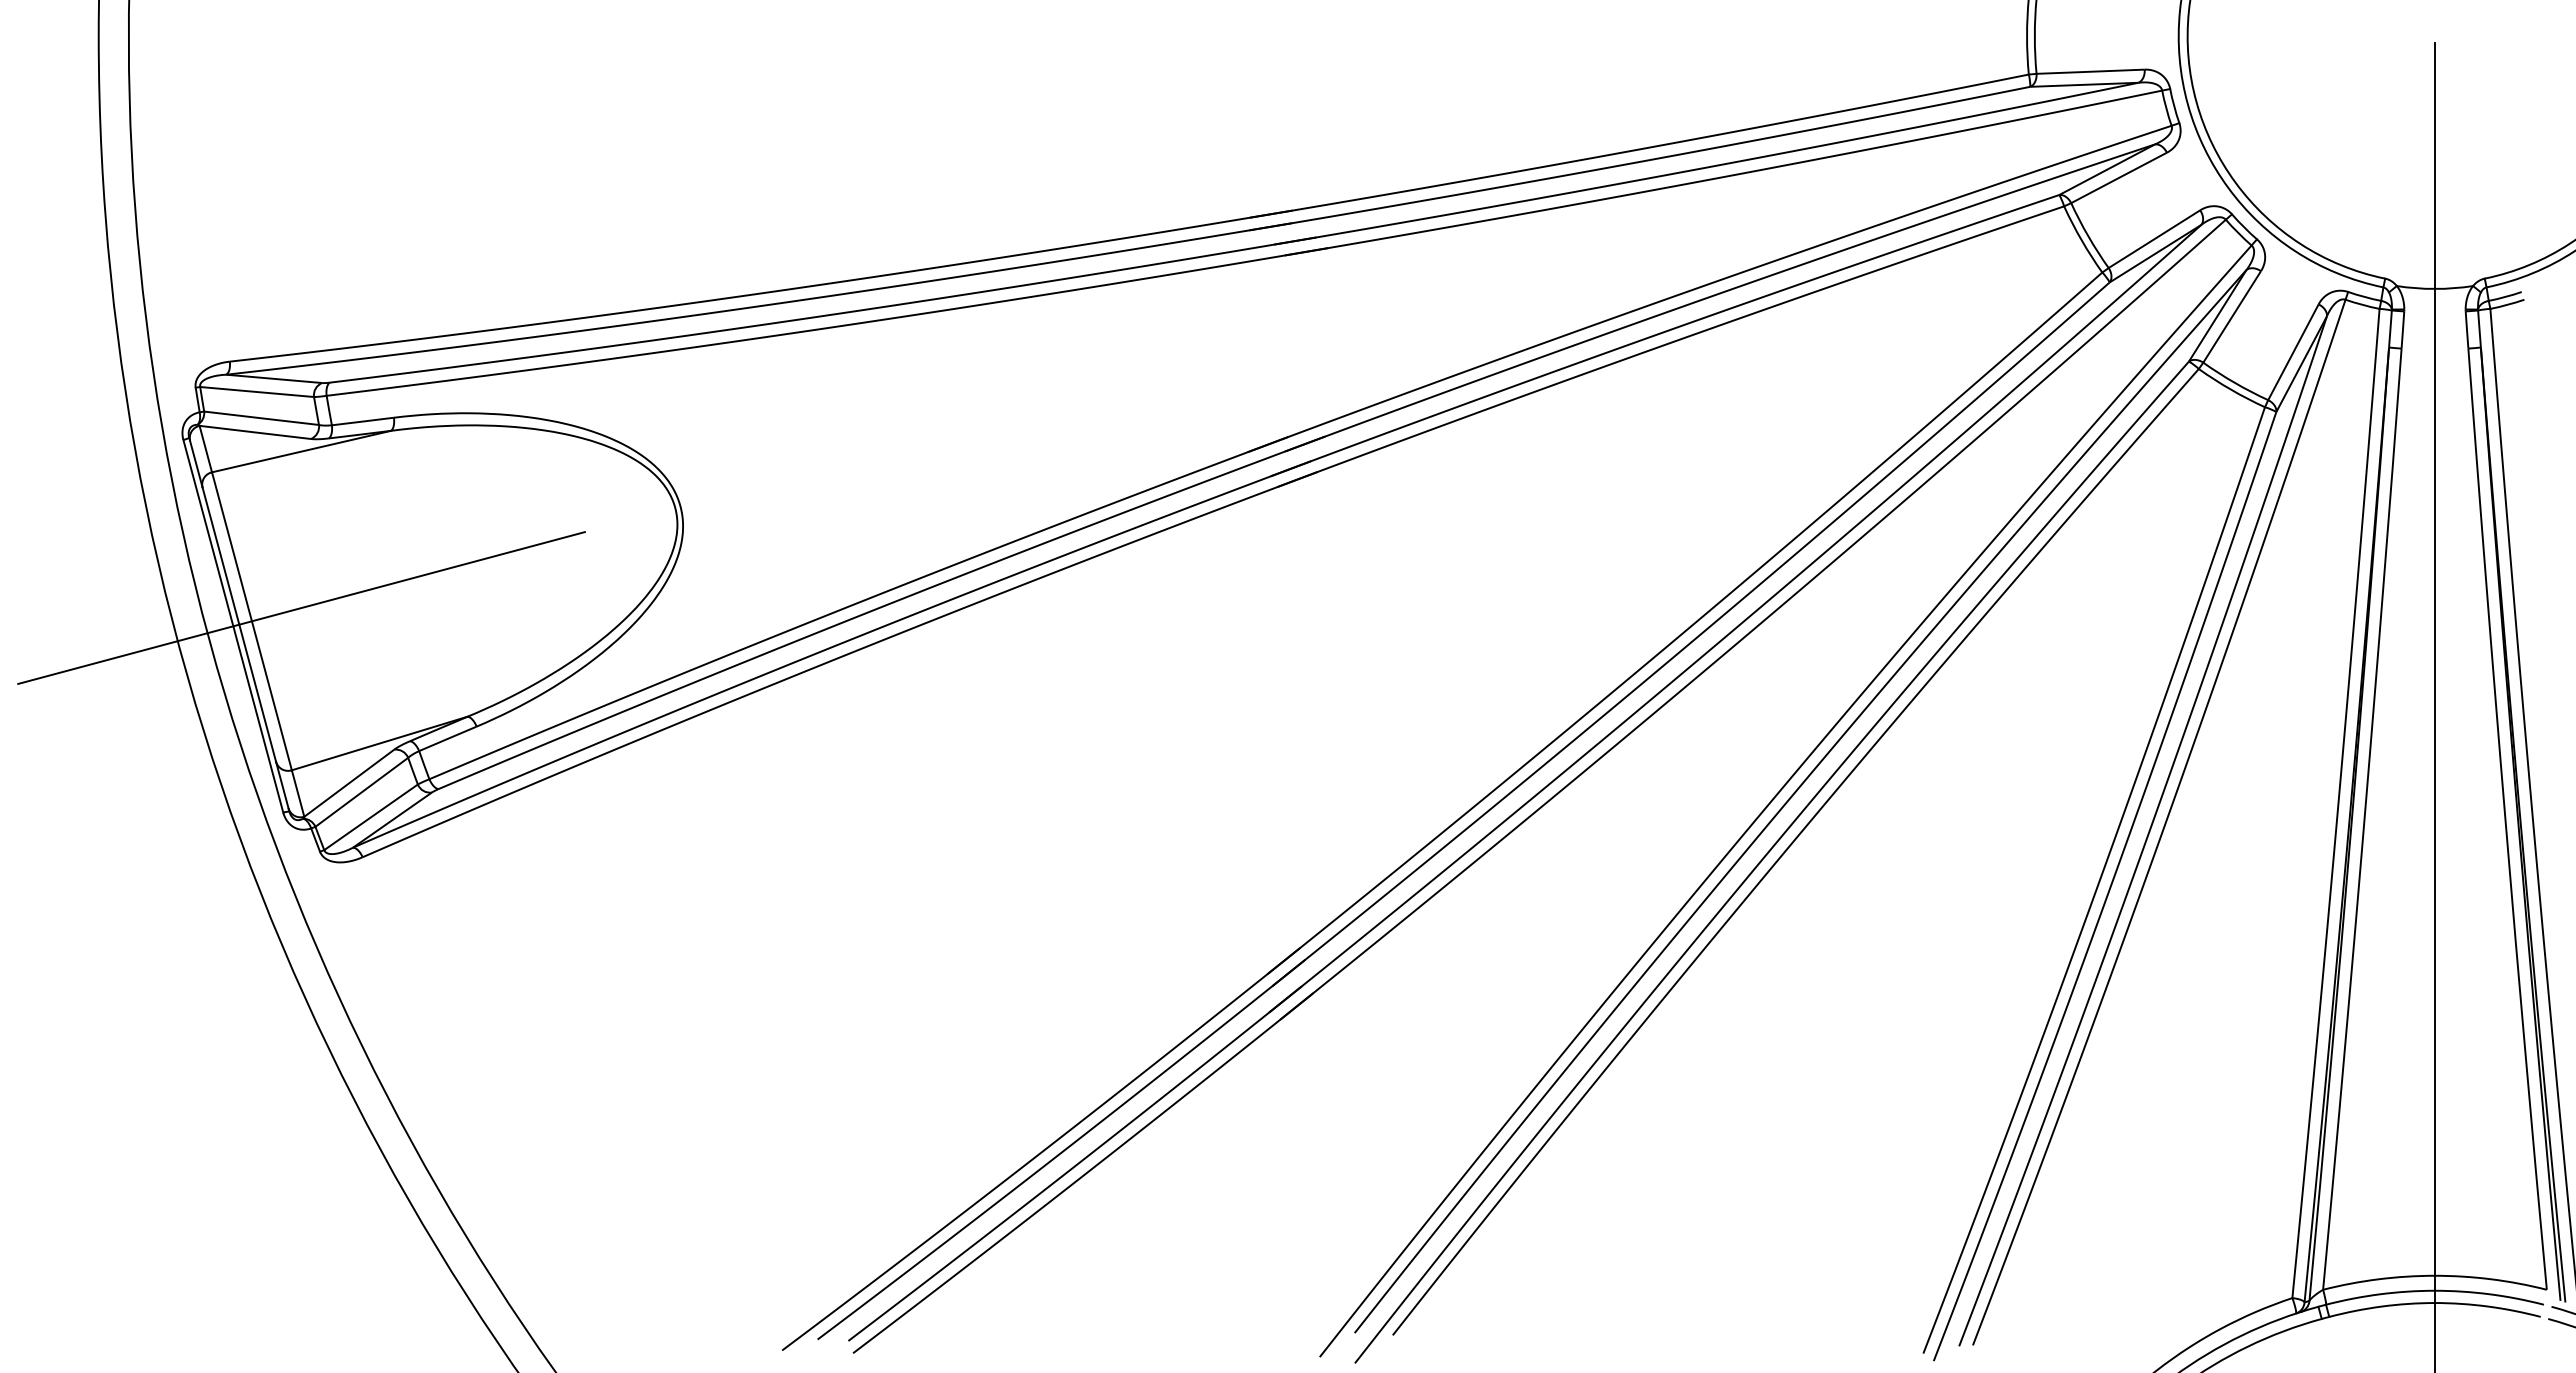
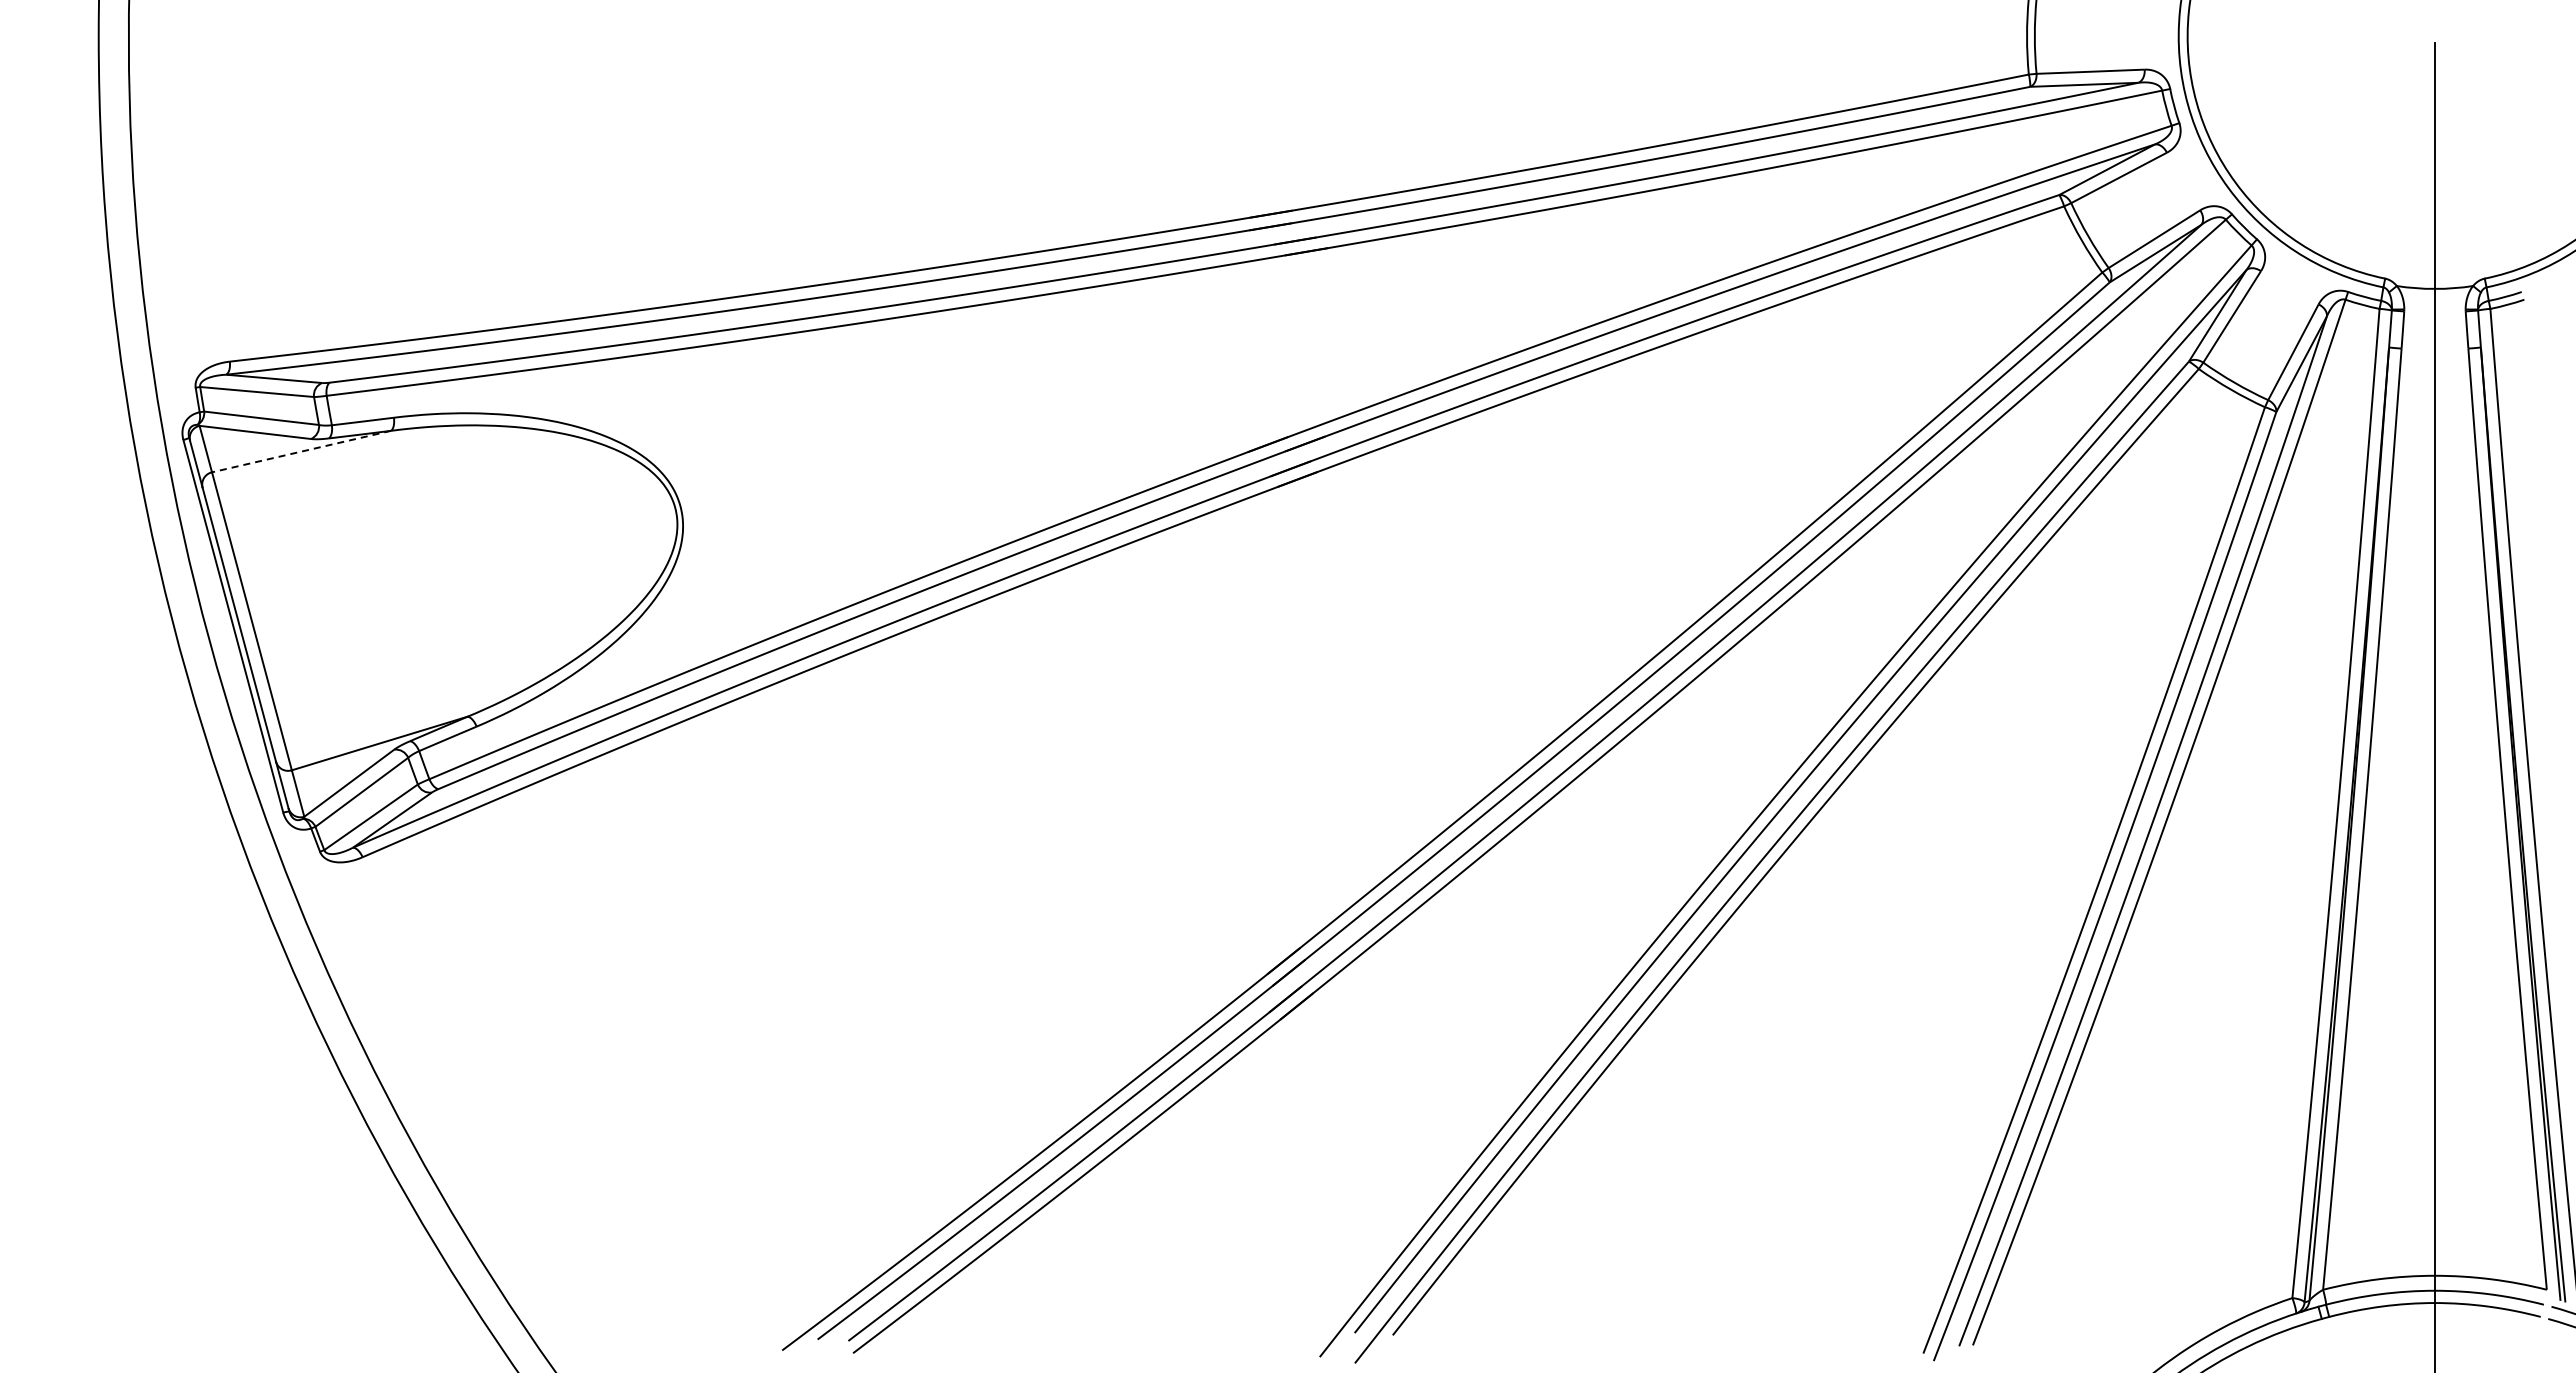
line at (301, 451): solid -> dashed
line at (301, 607): present -> none
